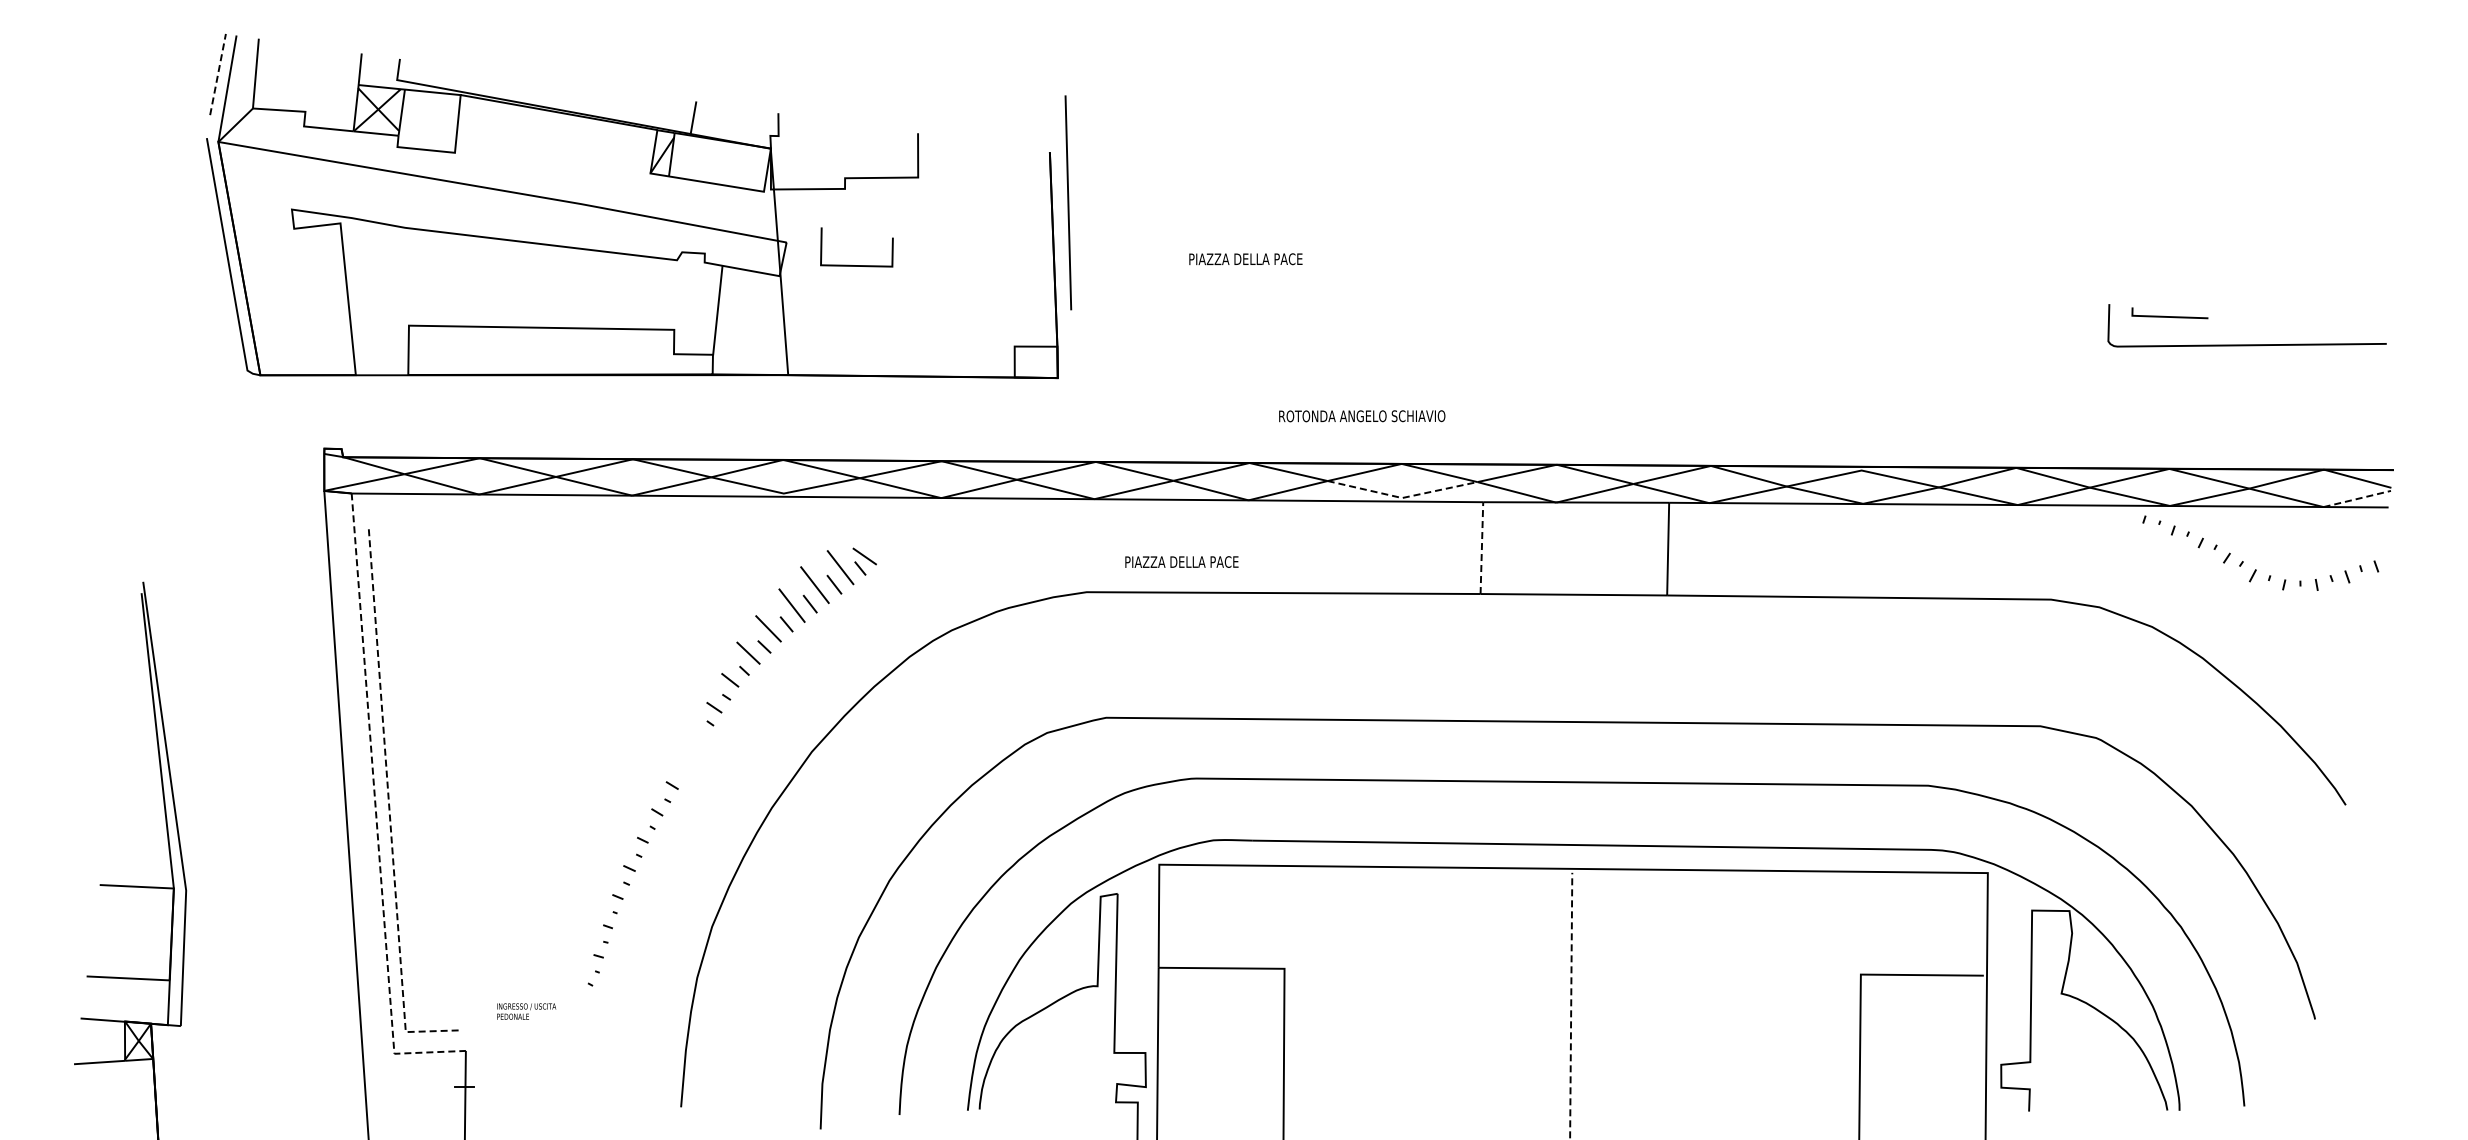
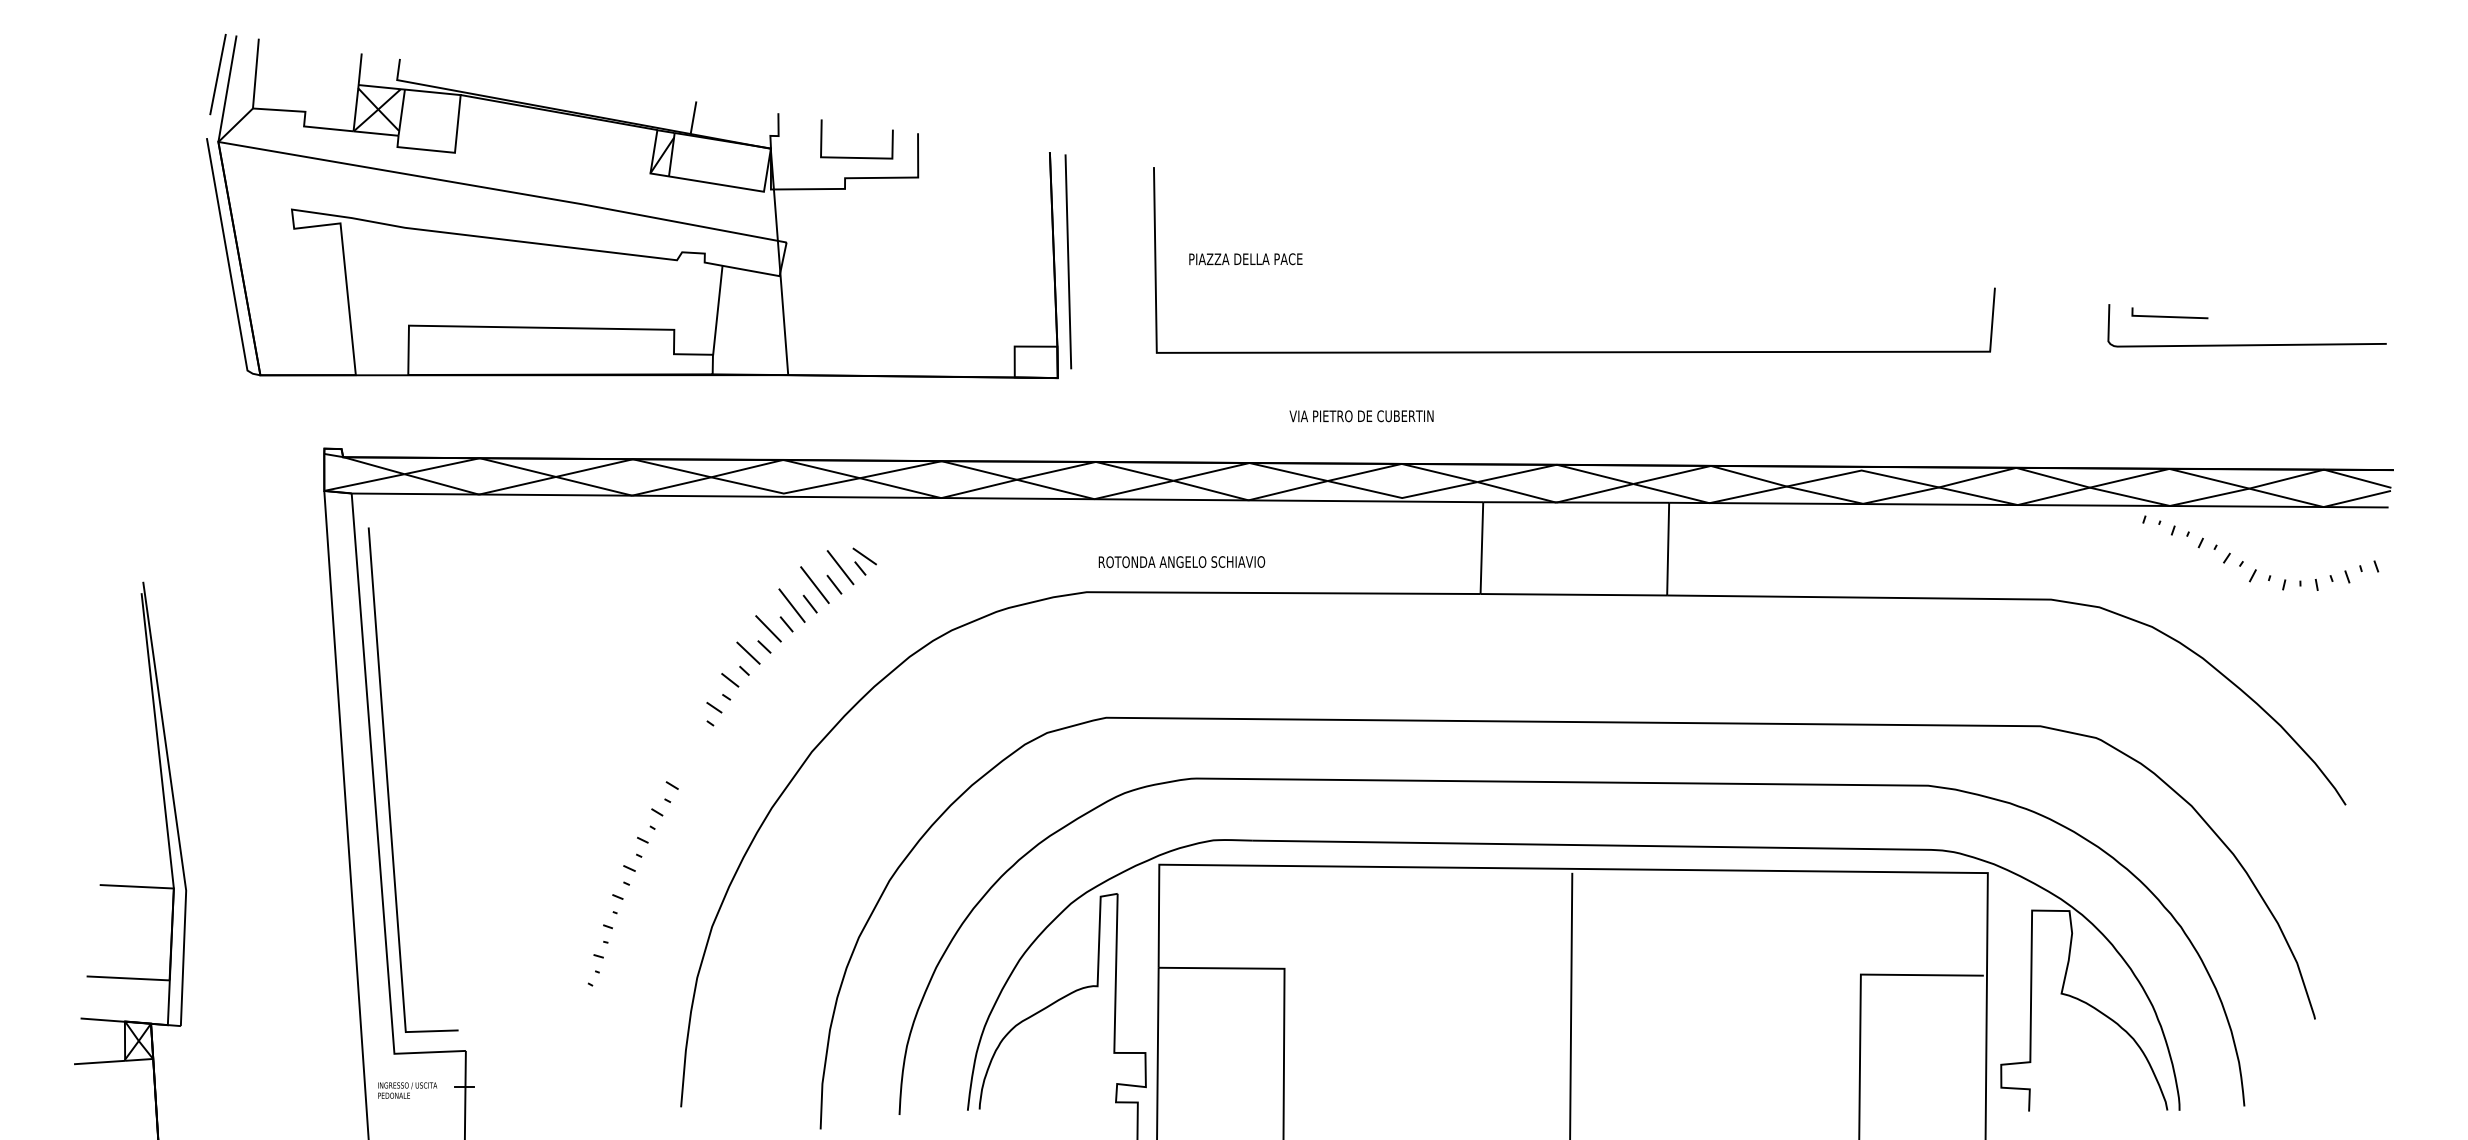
line at (218, 74): dashed -> solid
line at (1068, 202) position: (1068, 202) -> (1068, 261)
line at (856, 265) position: (856, 265) -> (856, 157)
line at (1574, 351): none -> present
text at (1362, 416): ROTONDA ANGELO SCHIAVIO -> VIA PIETRO DE CUBERTIN
line at (1402, 498): dashed -> solid
line at (2357, 499): dashed -> solid
line at (1481, 548): dashed -> solid
text at (1181, 562): PIAZZA DELLA PACE -> ROTONDA ANGELO SCHIAVIO
line at (389, 806): dashed -> solid
line at (375, 809): dashed -> solid
line at (1571, 1005): dashed -> solid
text at (526, 1011) position: (526, 1011) -> (407, 1090)
